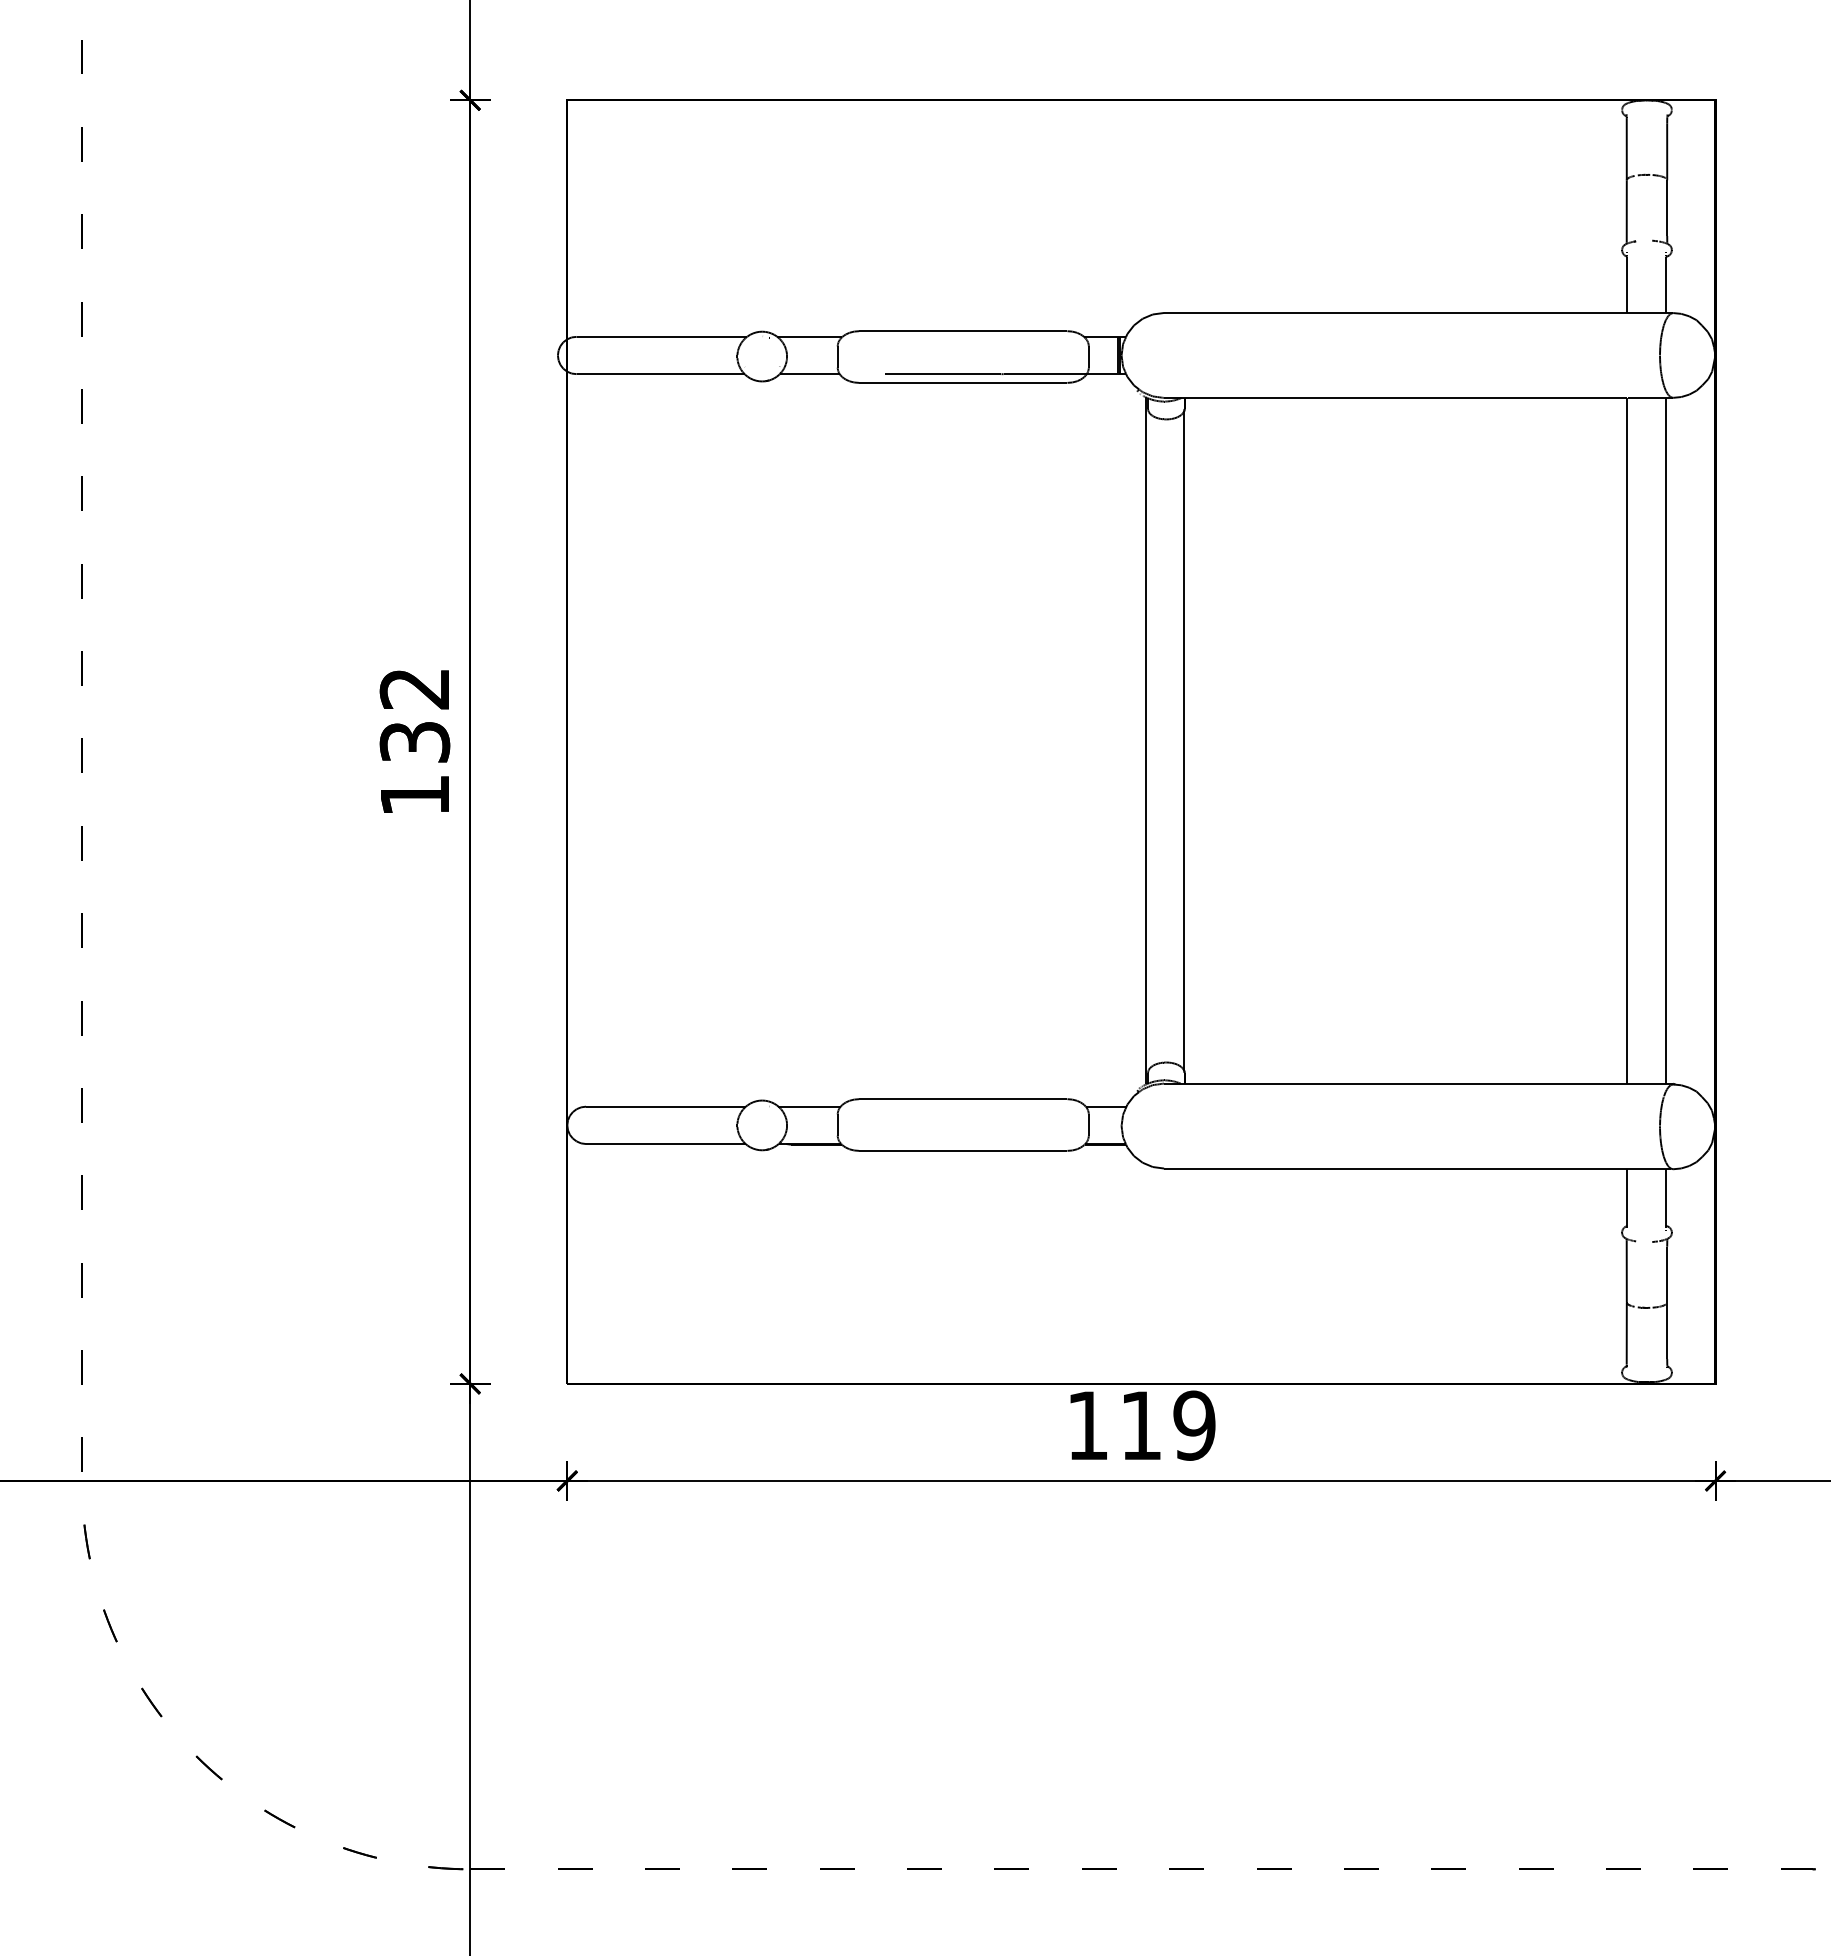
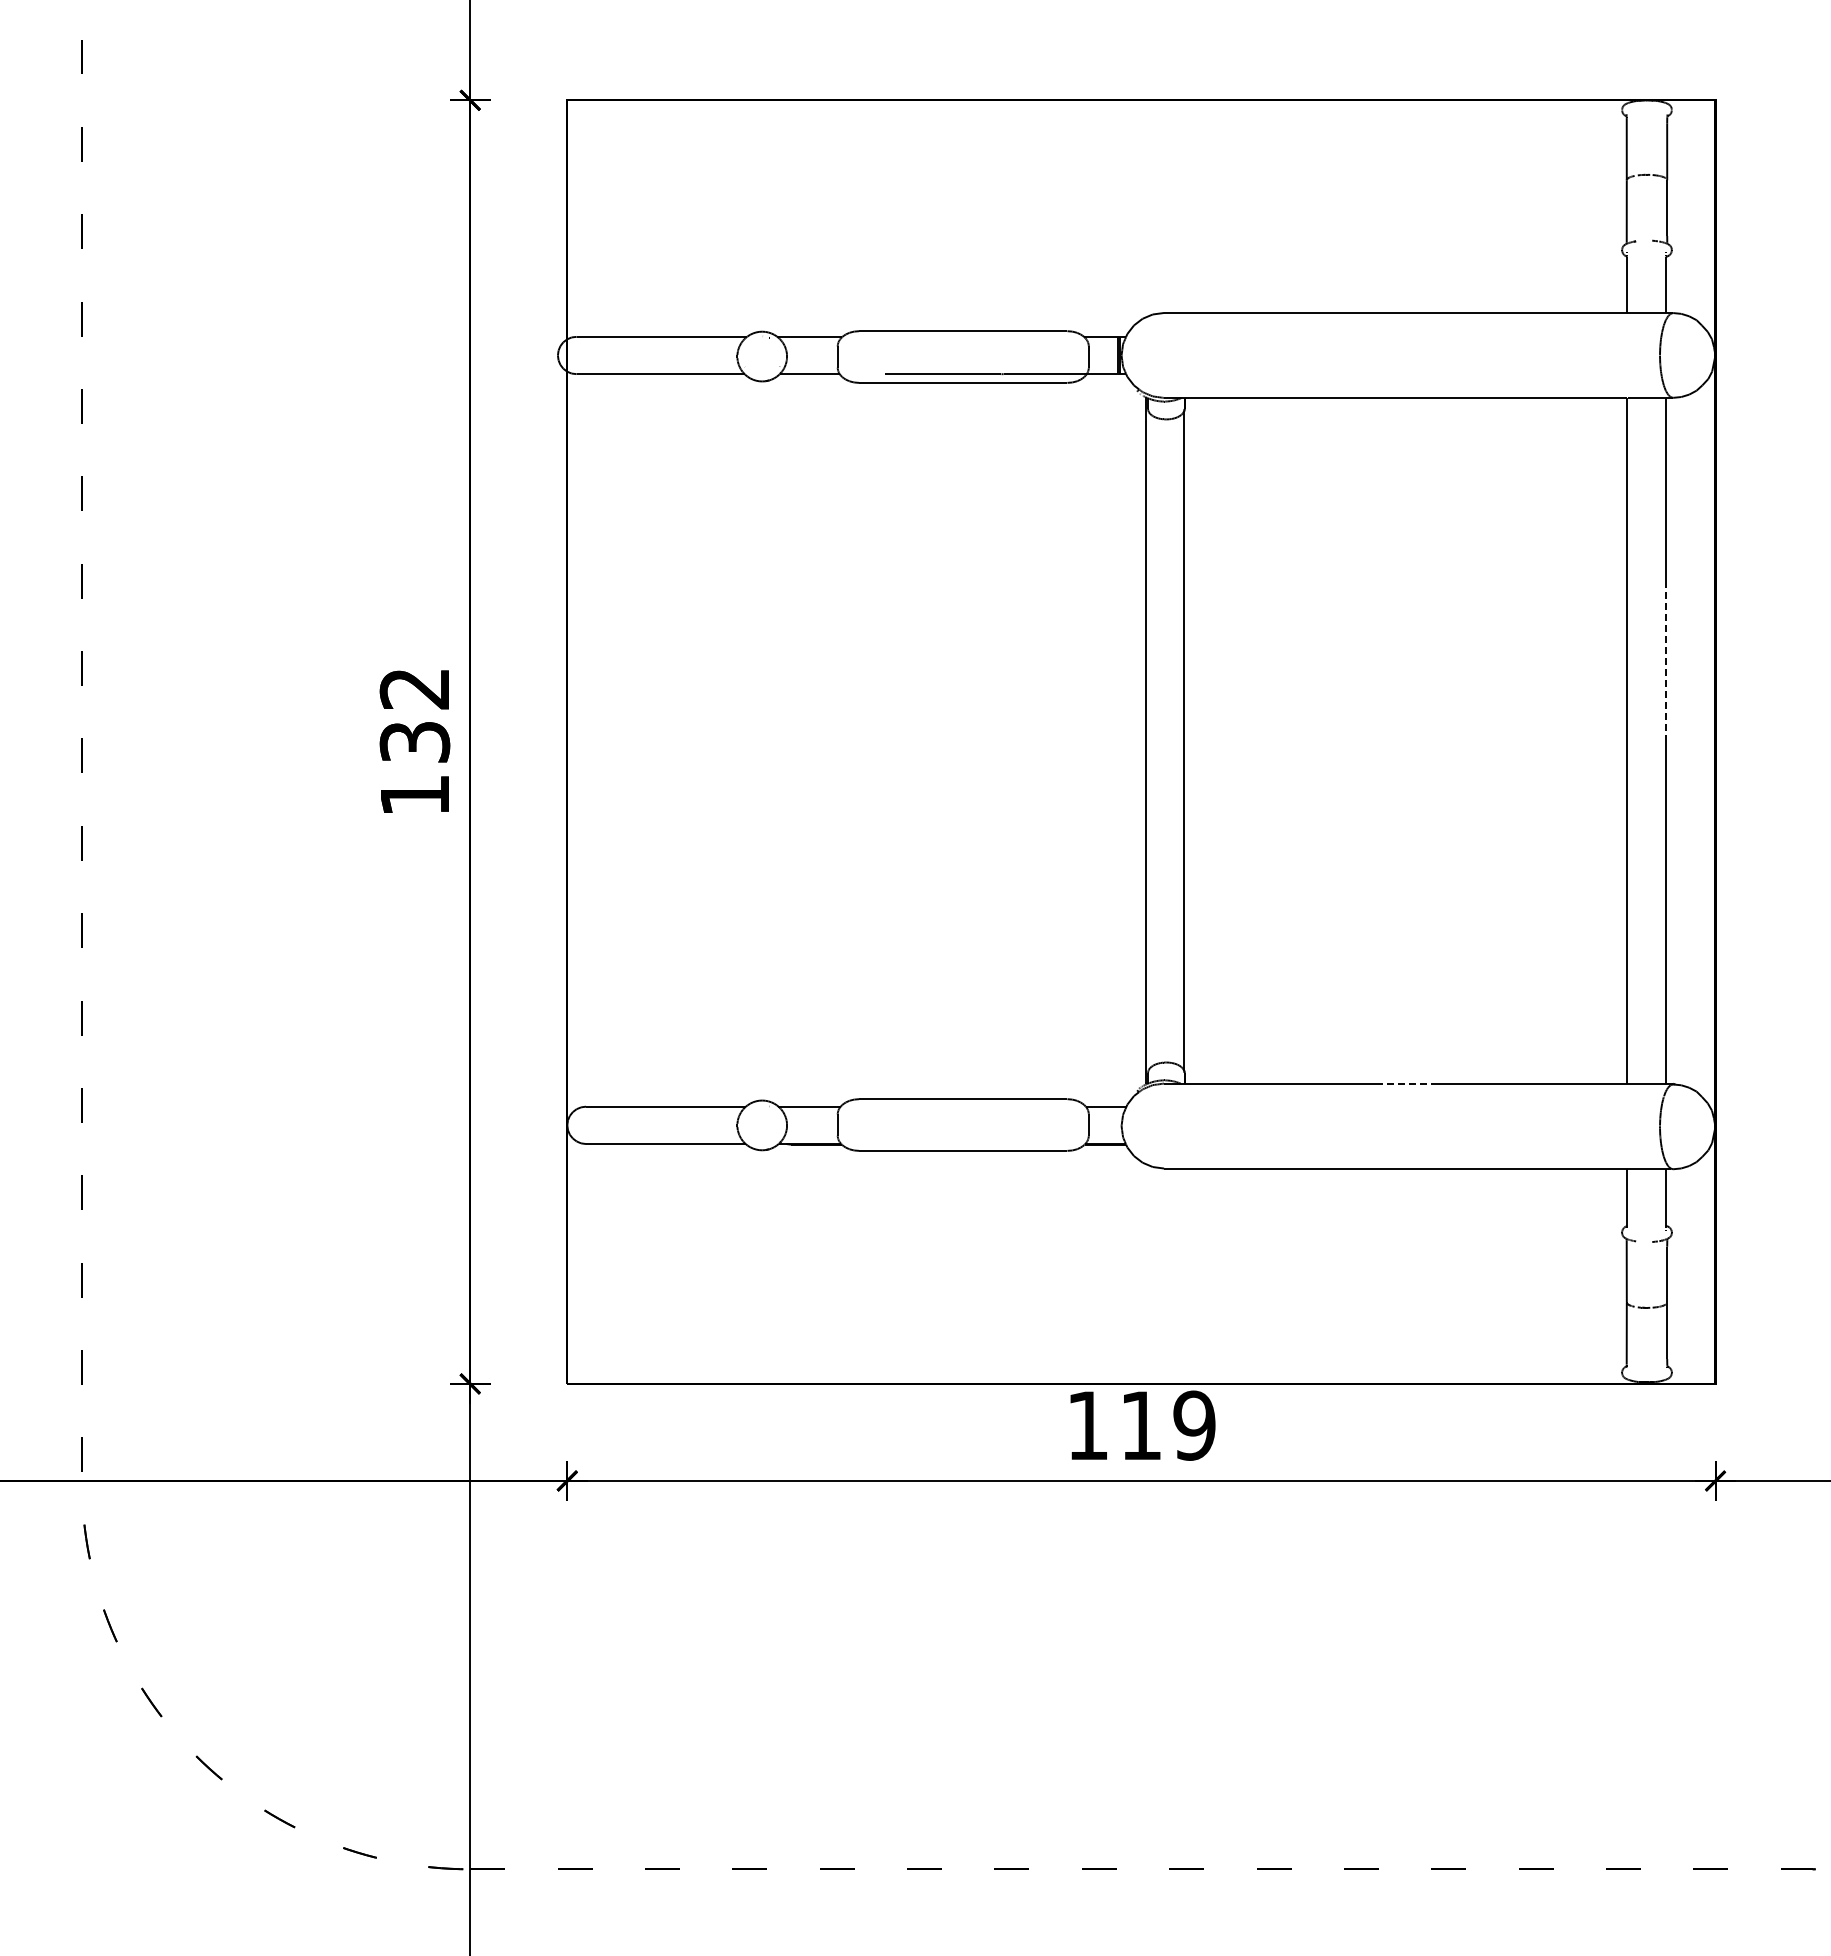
line at (1665, 661): solid -> dashed
line at (1405, 1083): solid -> dashed
